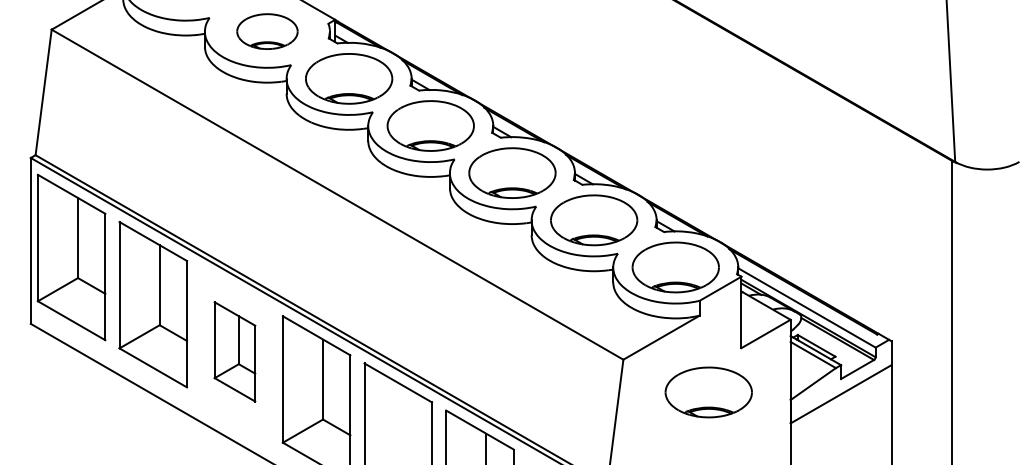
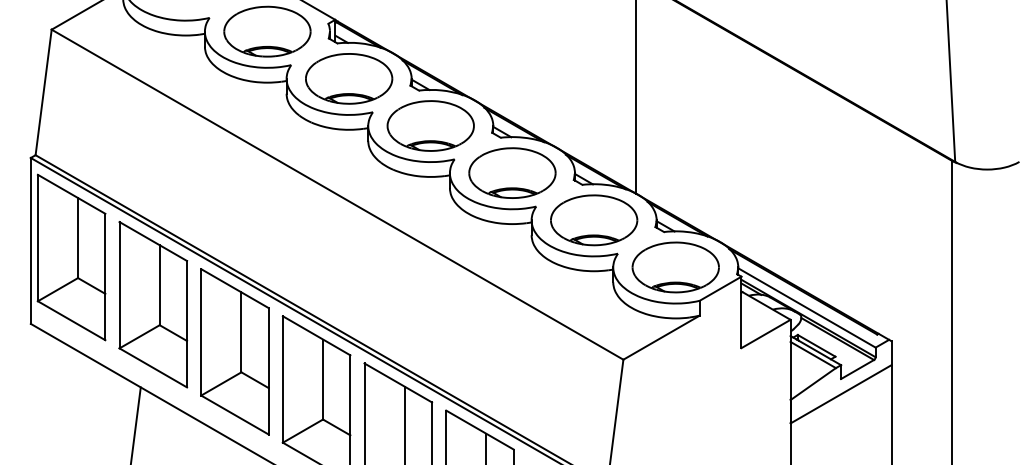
part at (267, 31) size: 63x37 px -> 89x53 px
line at (635, 97): none -> present
part at (234, 351) size: 44x102 px -> 70x168 px
part at (708, 392): present -> none
line at (404, 423): none -> present
line at (135, 424): none -> present
